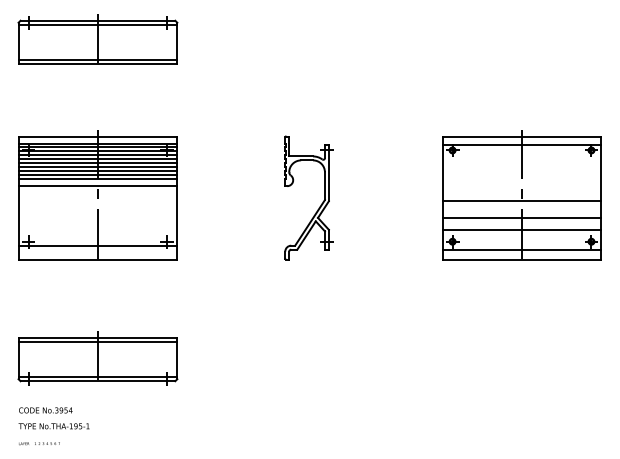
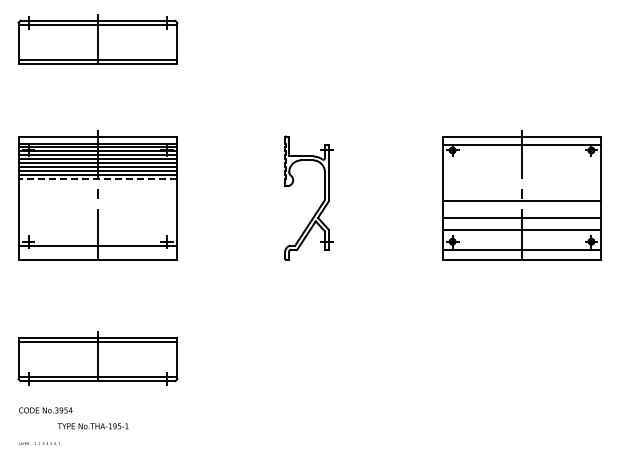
line at (97, 179): solid -> dashed
line at (97, 186): present -> none
text at (53, 426) position: (53, 426) -> (92, 426)
